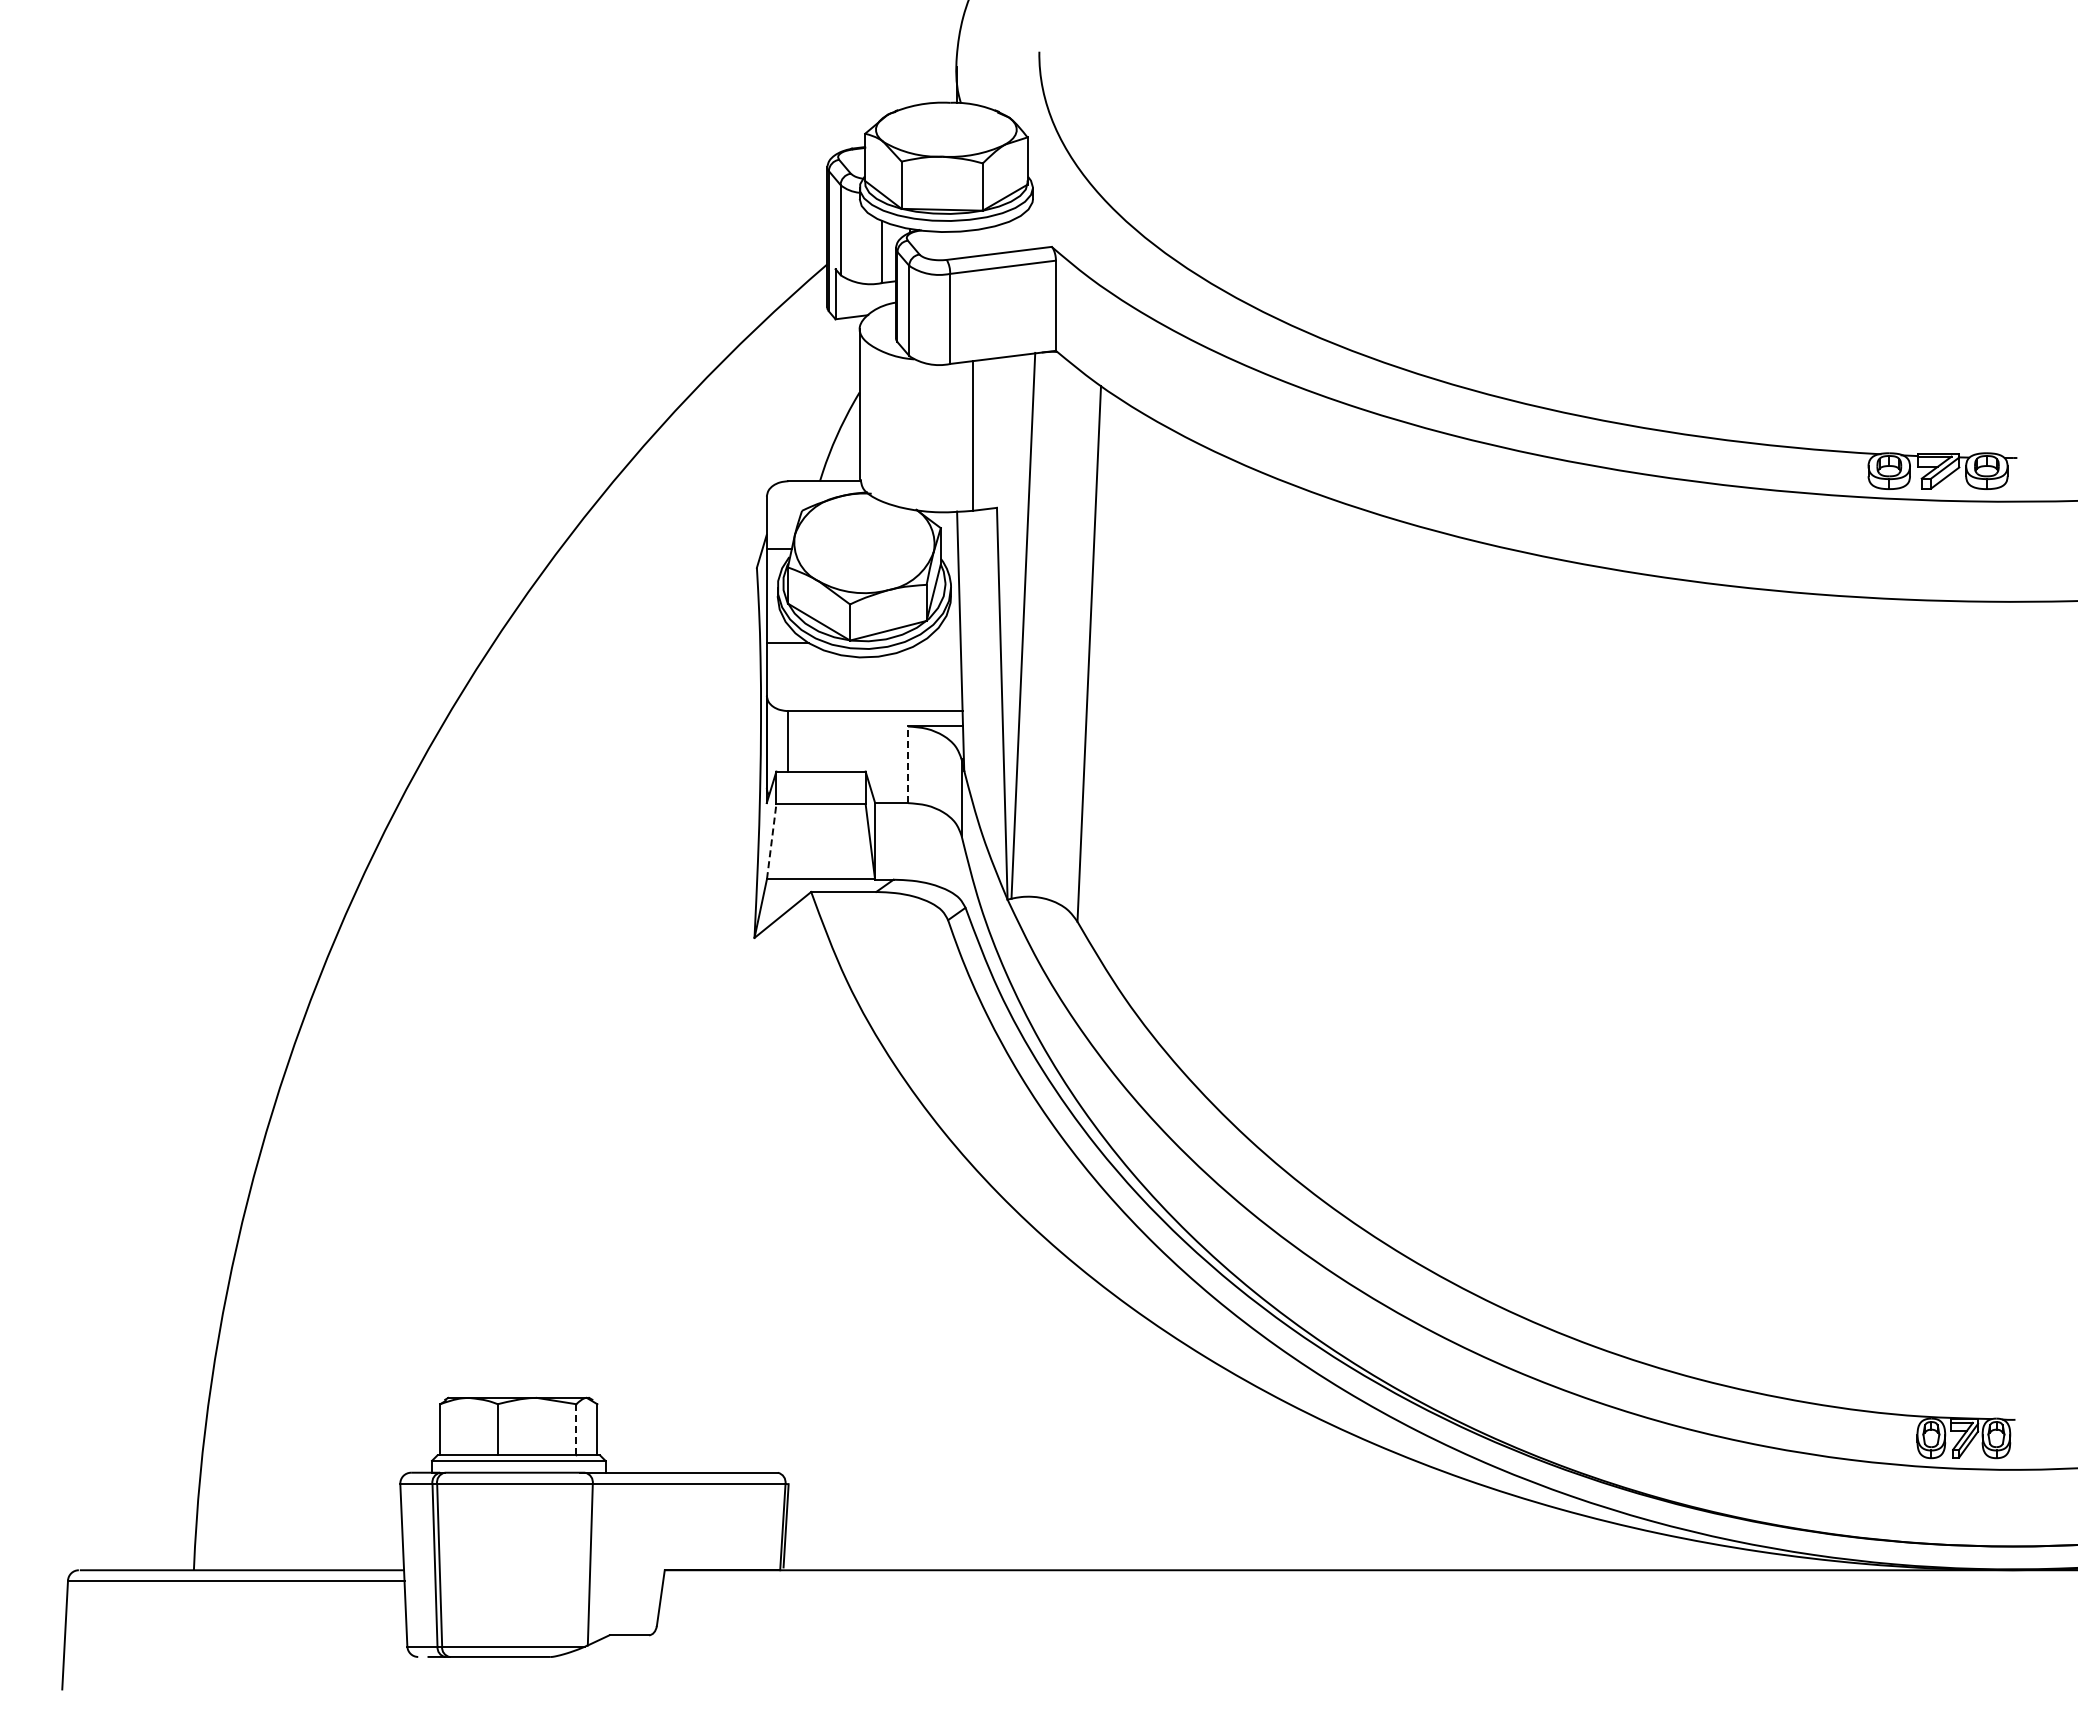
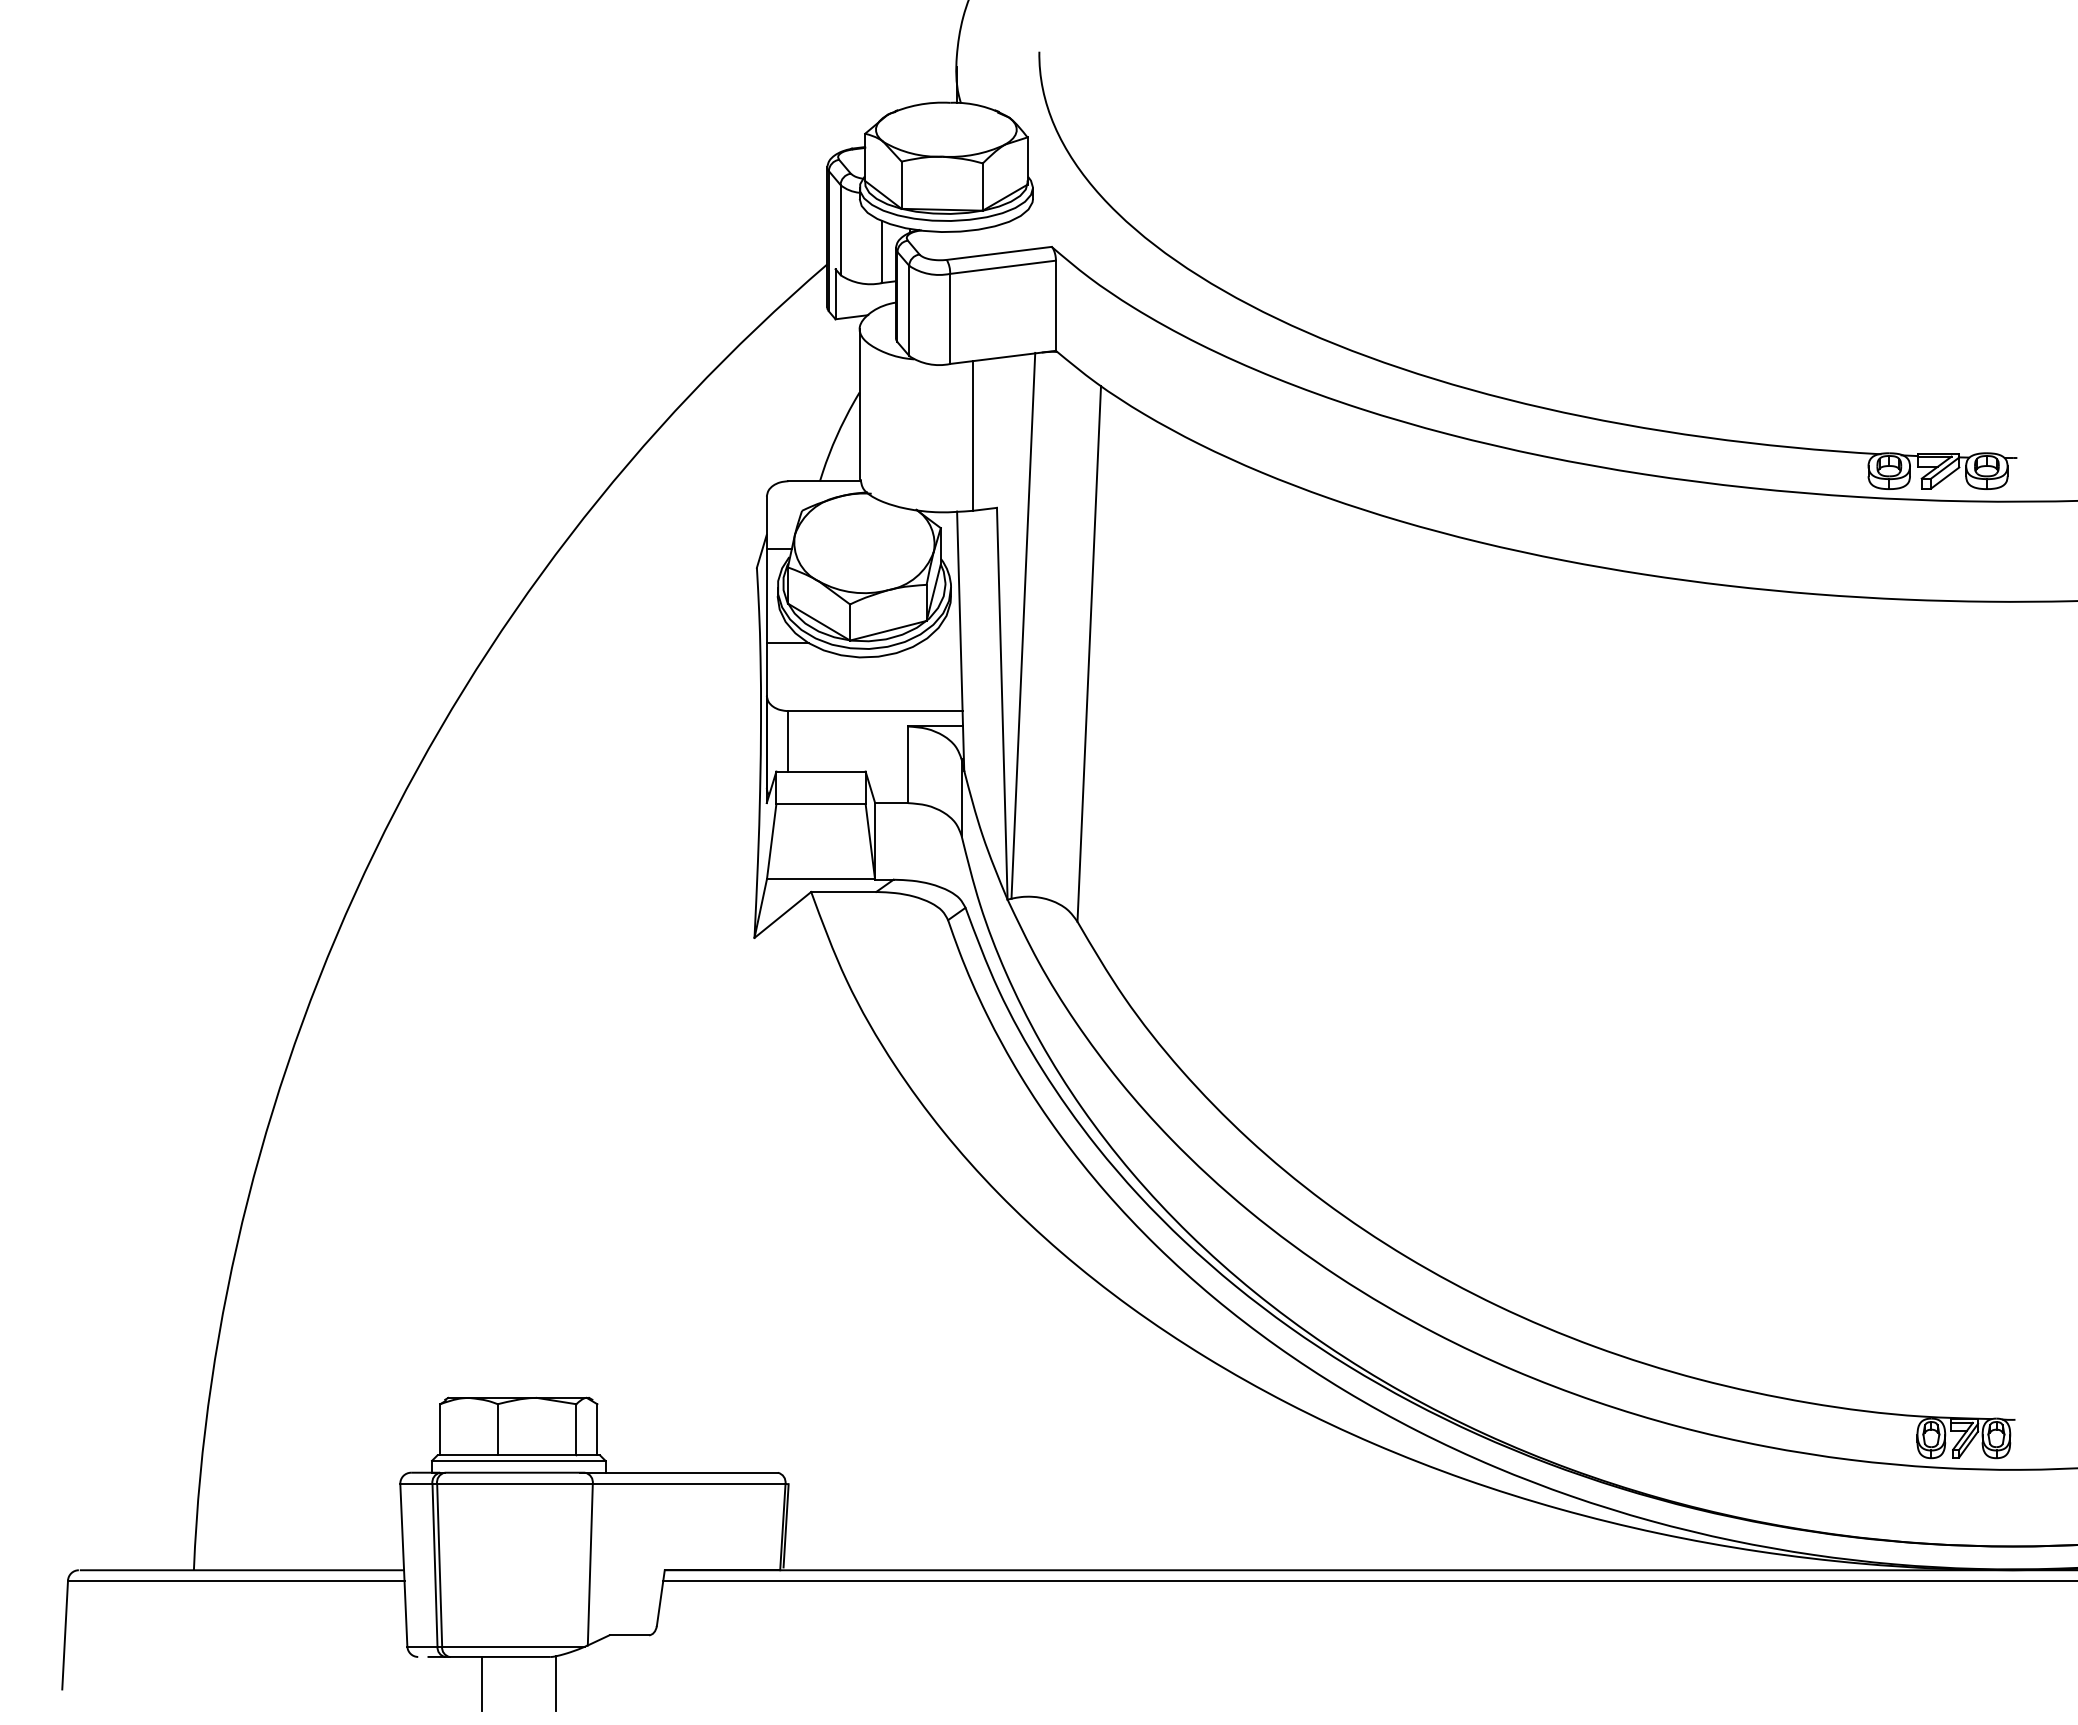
line at (908, 764): dashed -> solid
line at (771, 841): dashed -> solid
line at (576, 1429): dashed -> solid
line at (1368, 1580): none -> present
line at (481, 1683): none -> present
line at (555, 1683): none -> present
